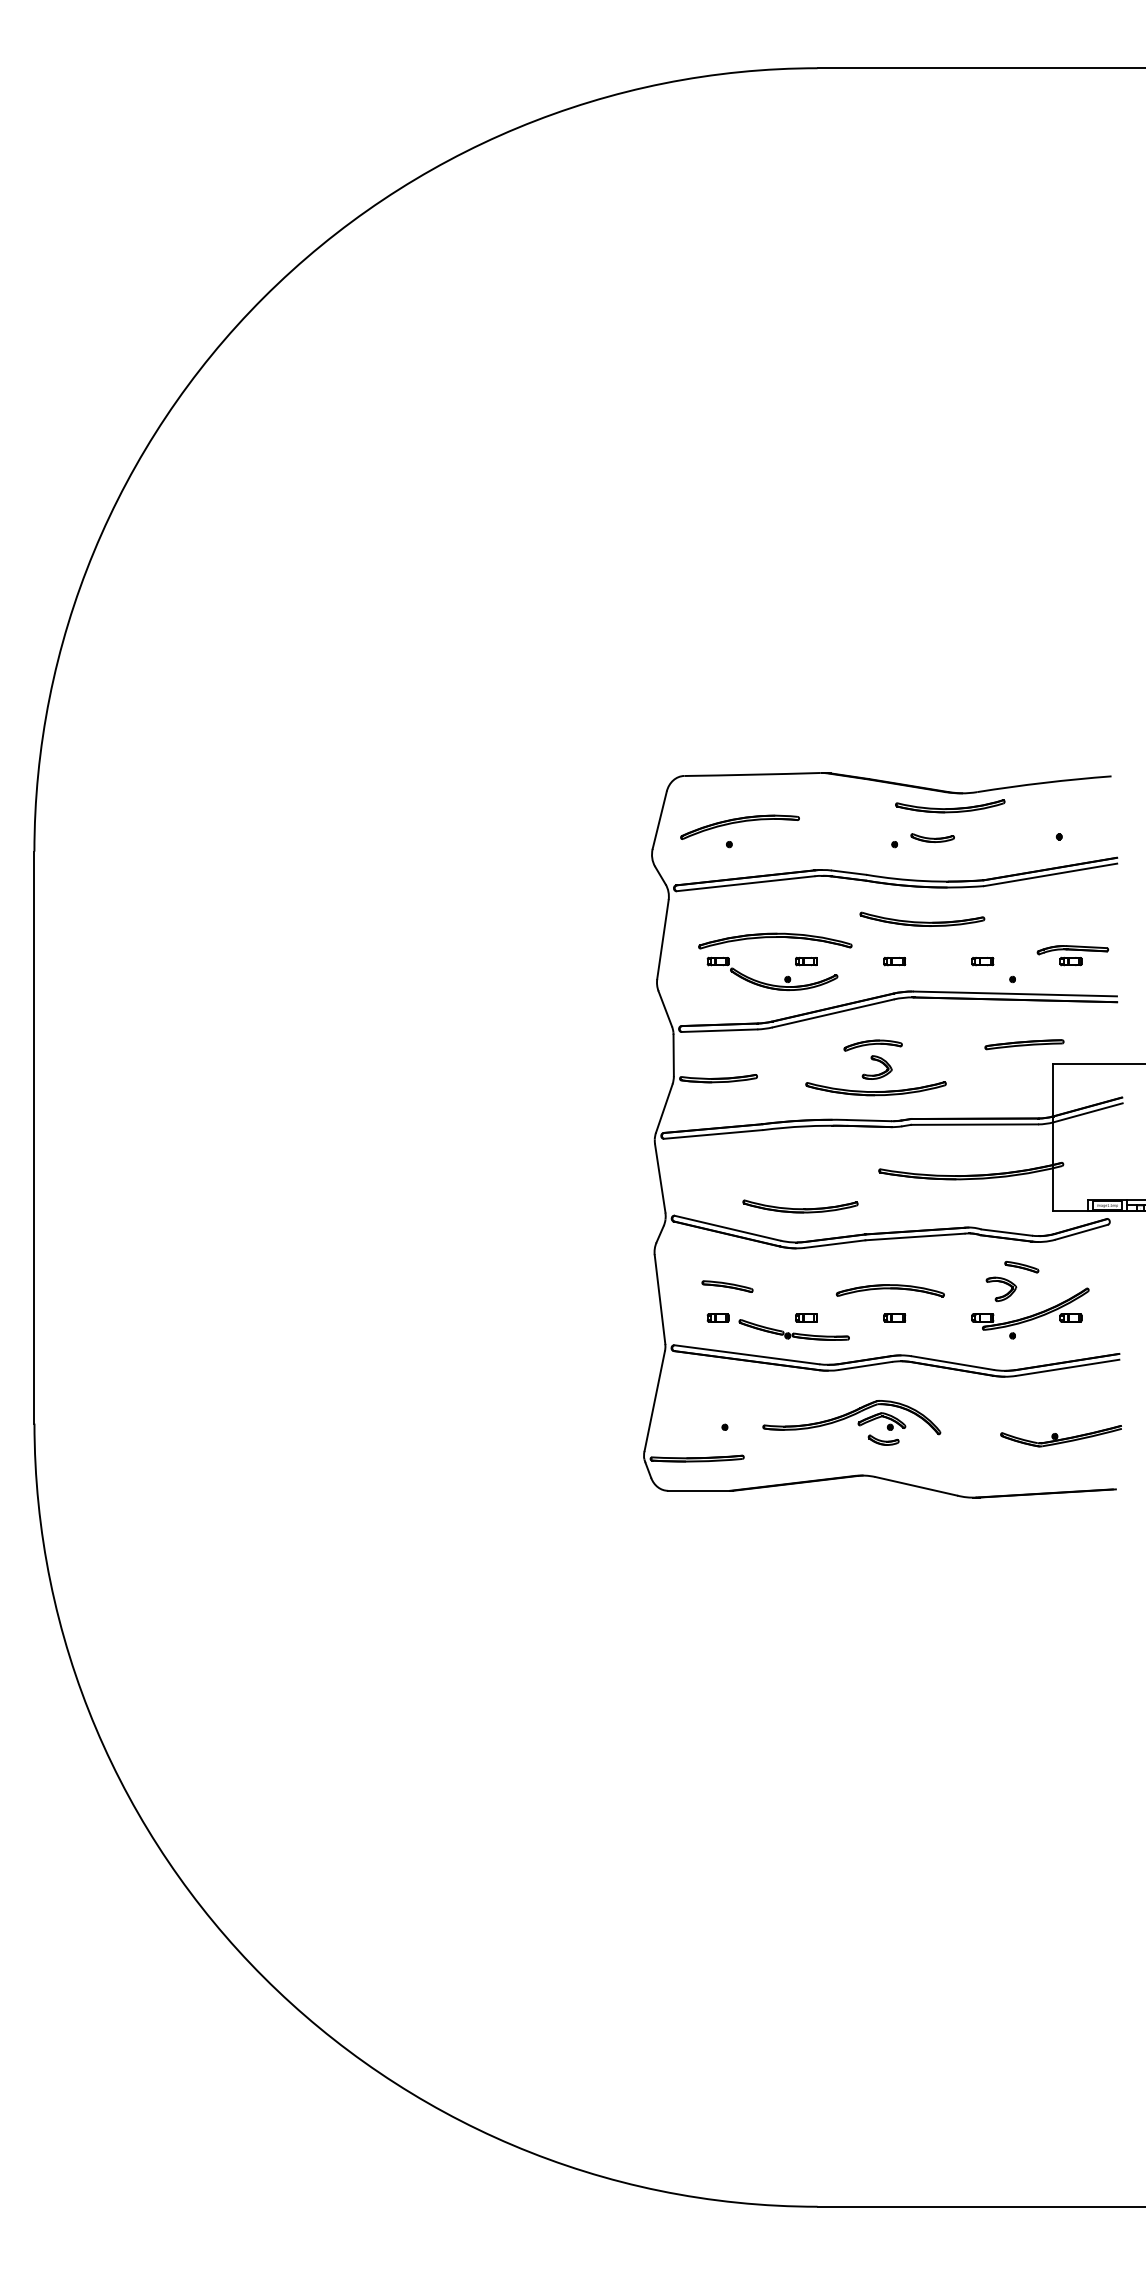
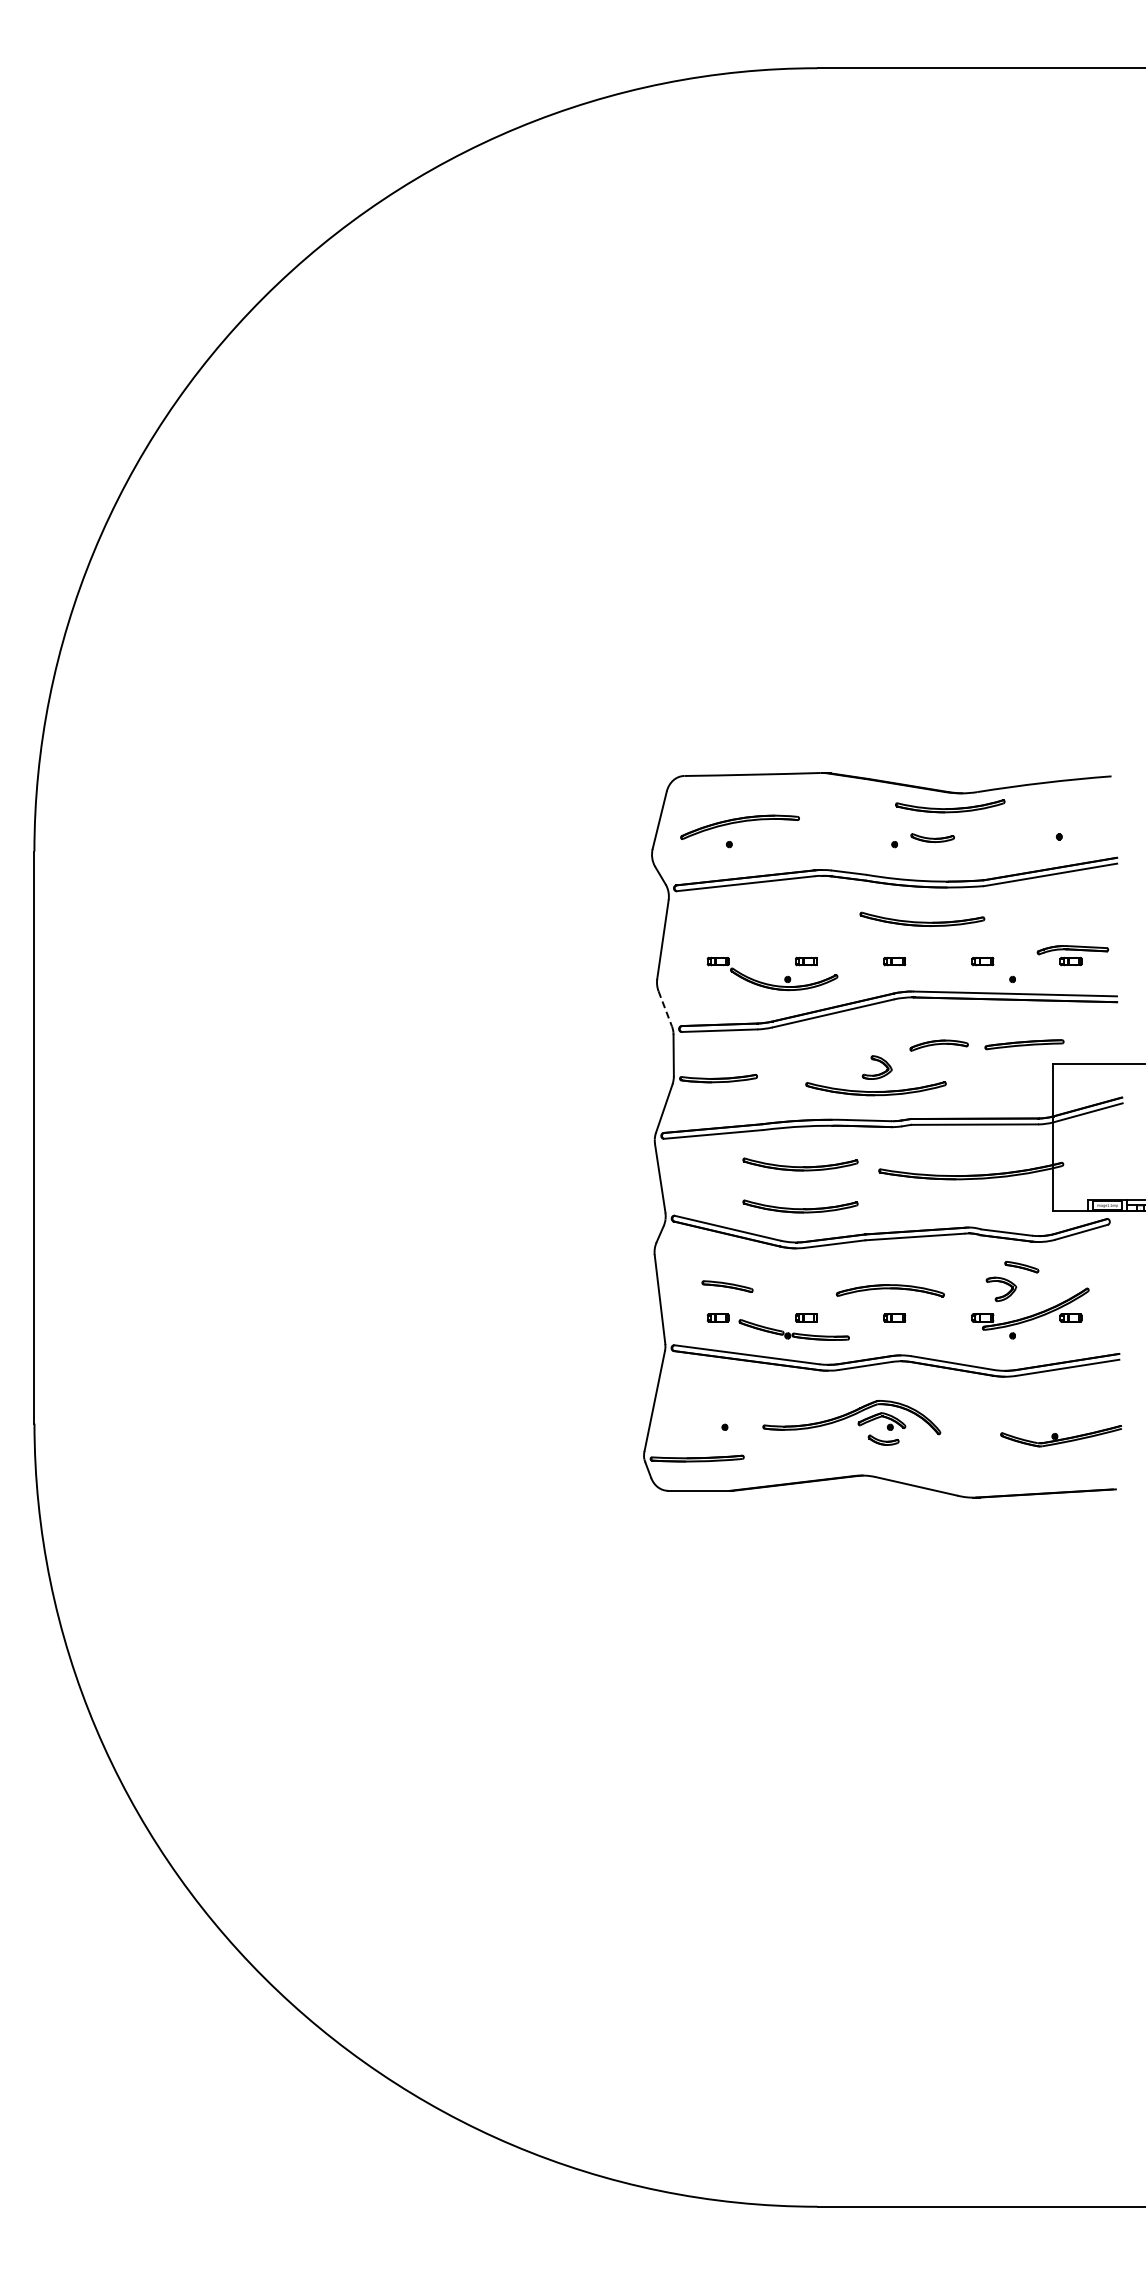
part at (775, 940): present -> none
line at (665, 1008): solid -> dashed
part at (872, 1045) position: (872, 1045) -> (938, 1045)
part at (800, 1164): none -> present
